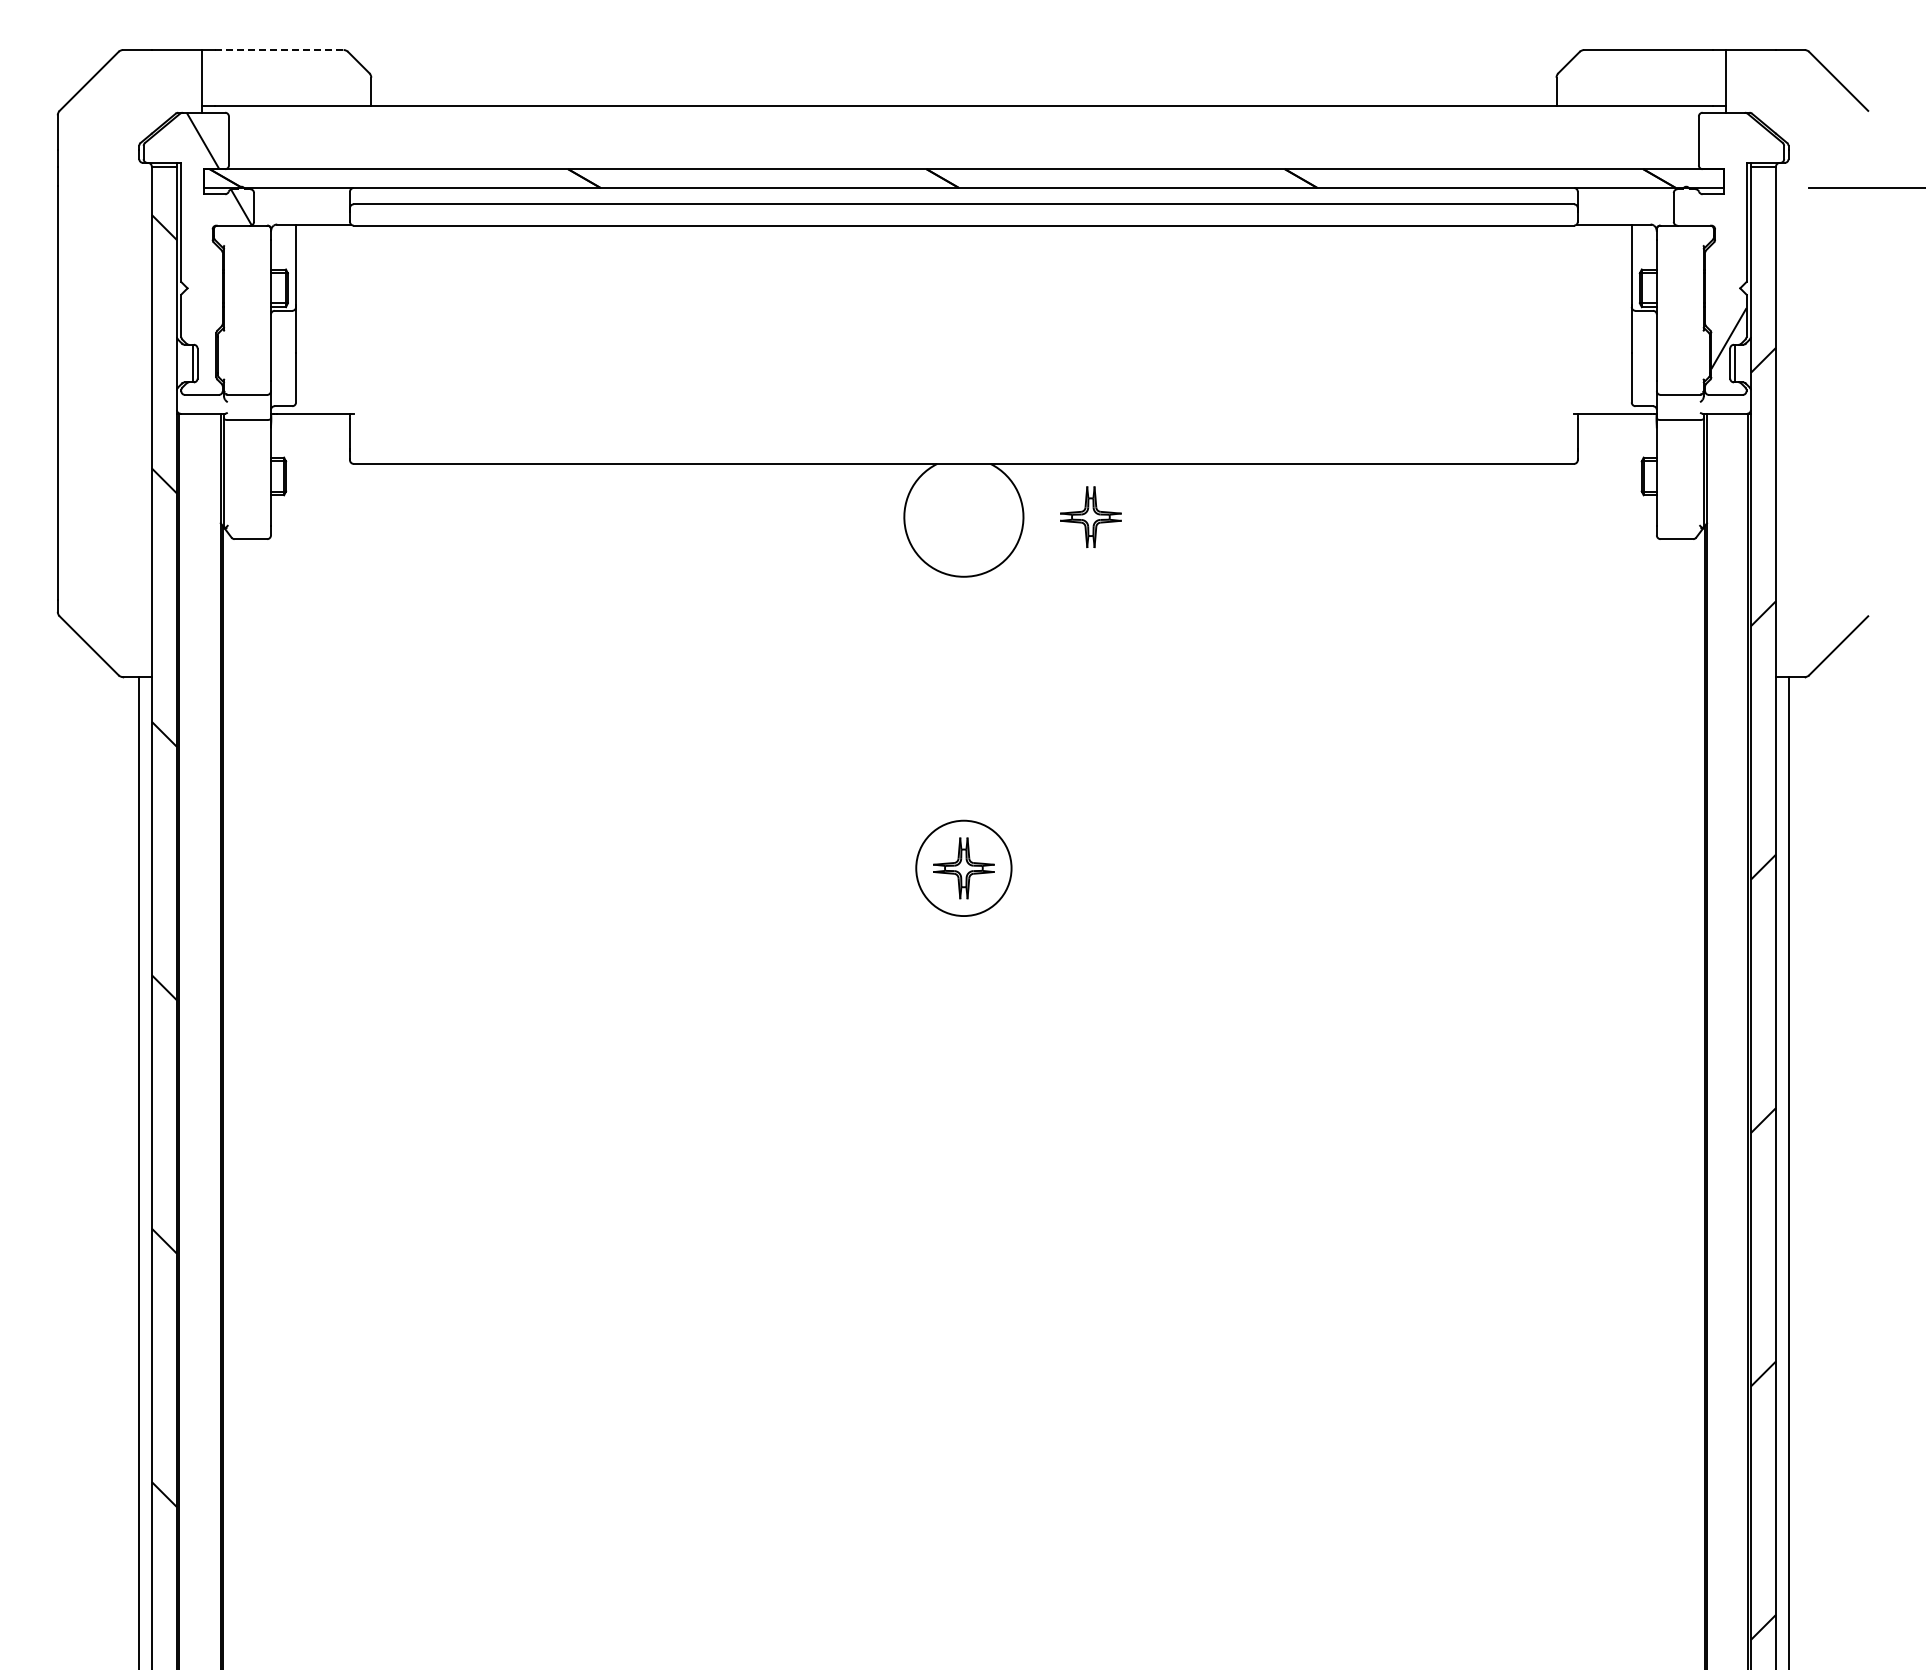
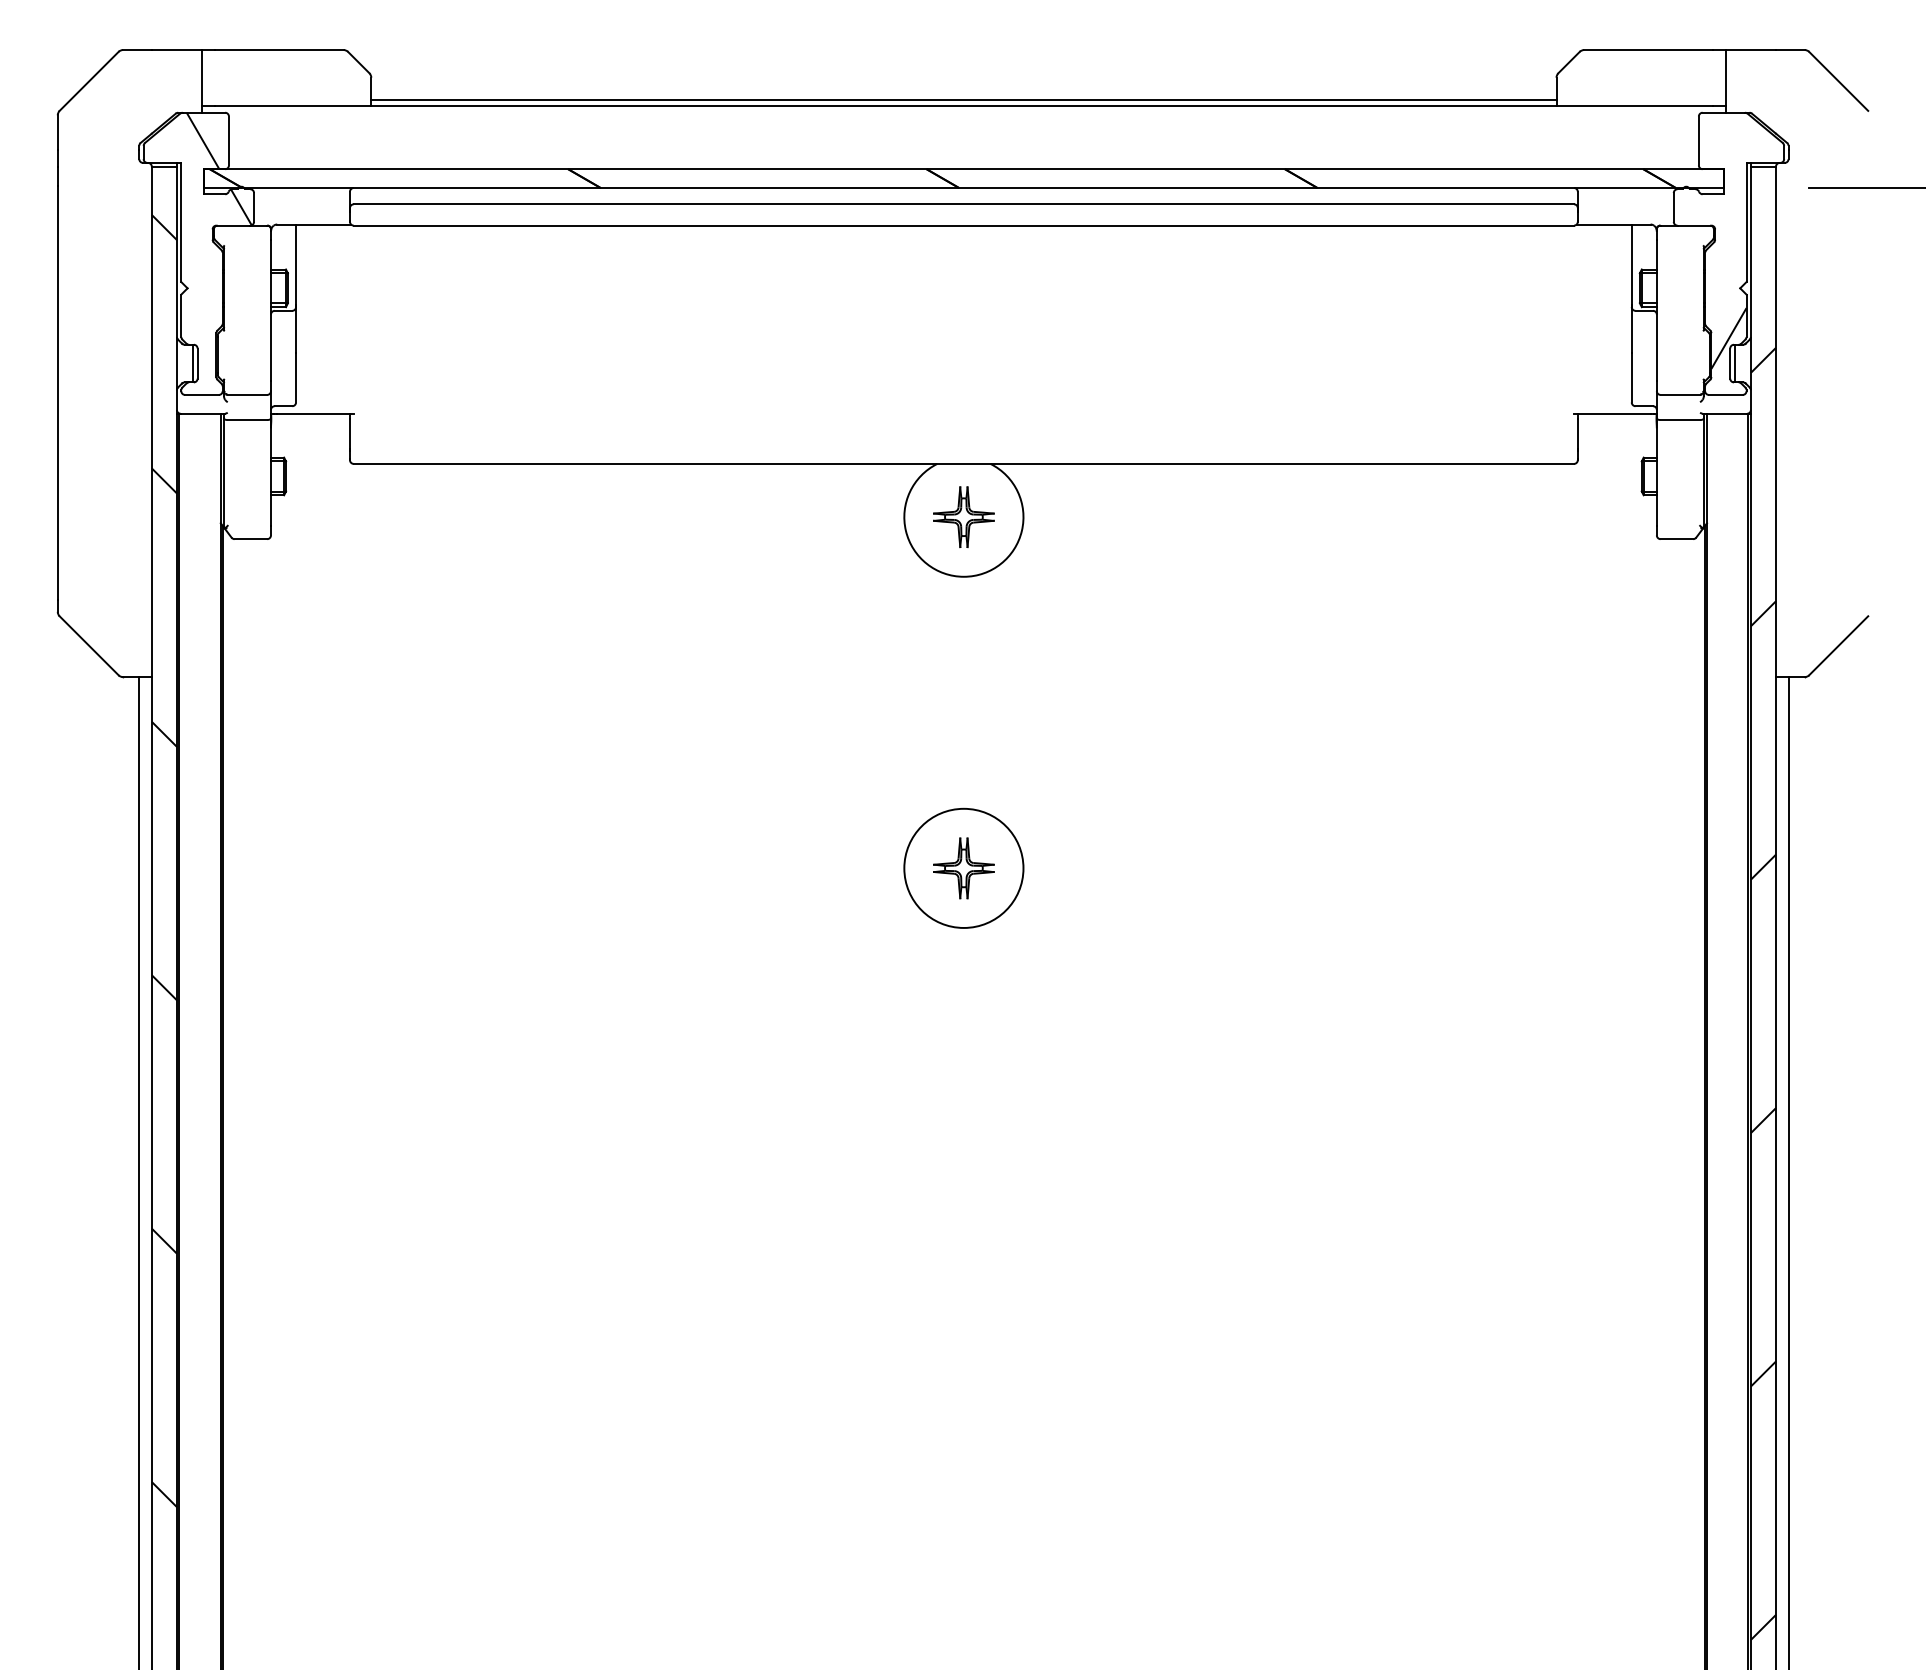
line at (279, 50): dashed -> solid
line at (963, 100): none -> present
part at (1090, 517) position: (1090, 517) -> (963, 517)
circle at (963, 868) diameter: 95 px -> 119 px
